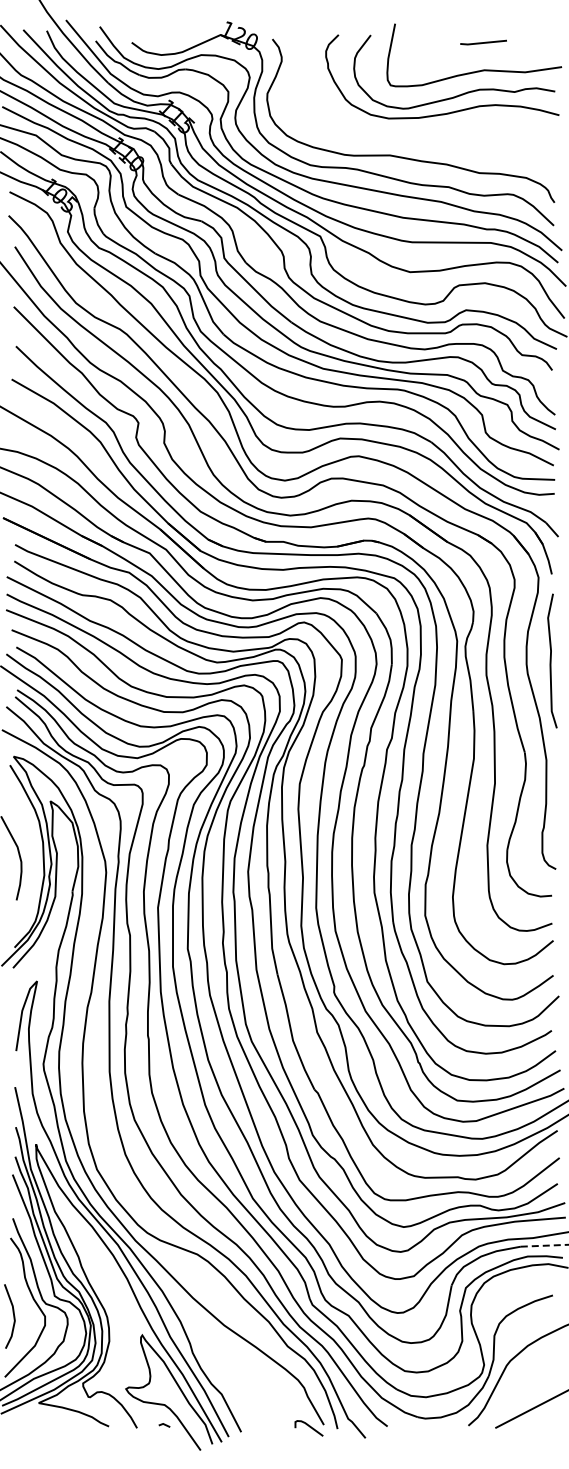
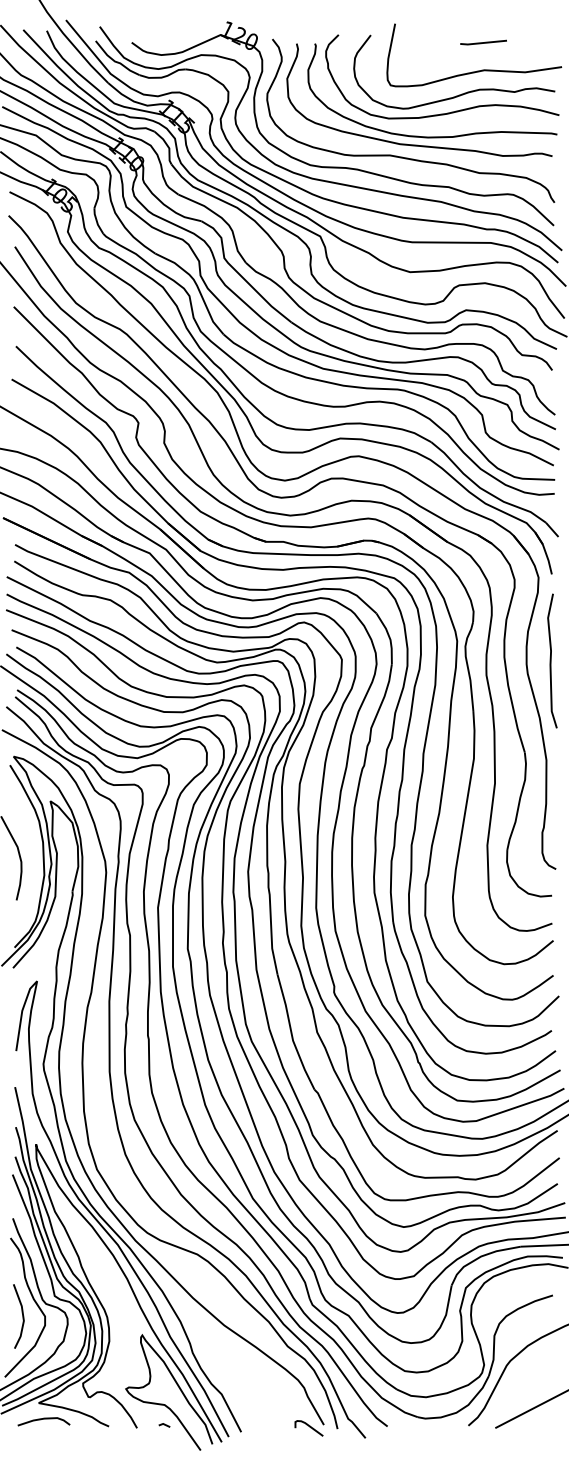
part at (418, 135): none -> present
line at (544, 1245): dashed -> solid
line at (13, 1316) position: (13, 1316) -> (22, 1316)
curve at (43, 1419): none -> present
